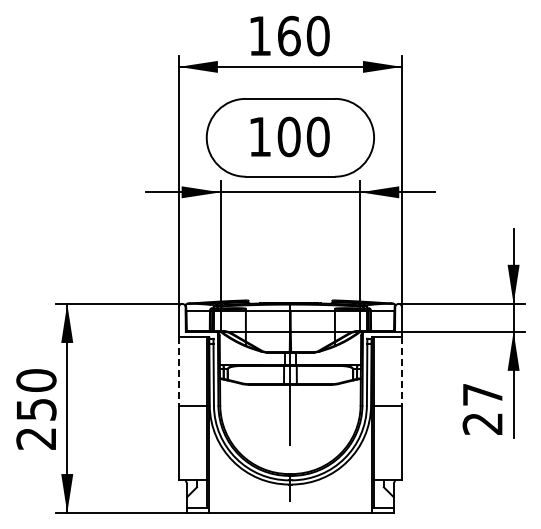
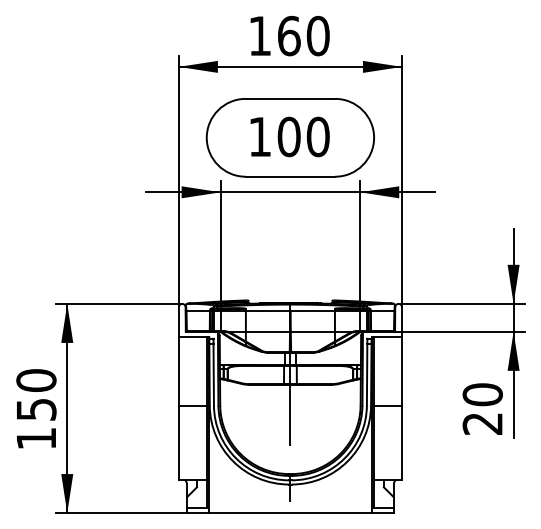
line at (178, 371): dashed -> solid
line at (402, 371): dashed -> solid
text at (482, 394): 27 -> 20
text at (35, 438): 250 -> 150
